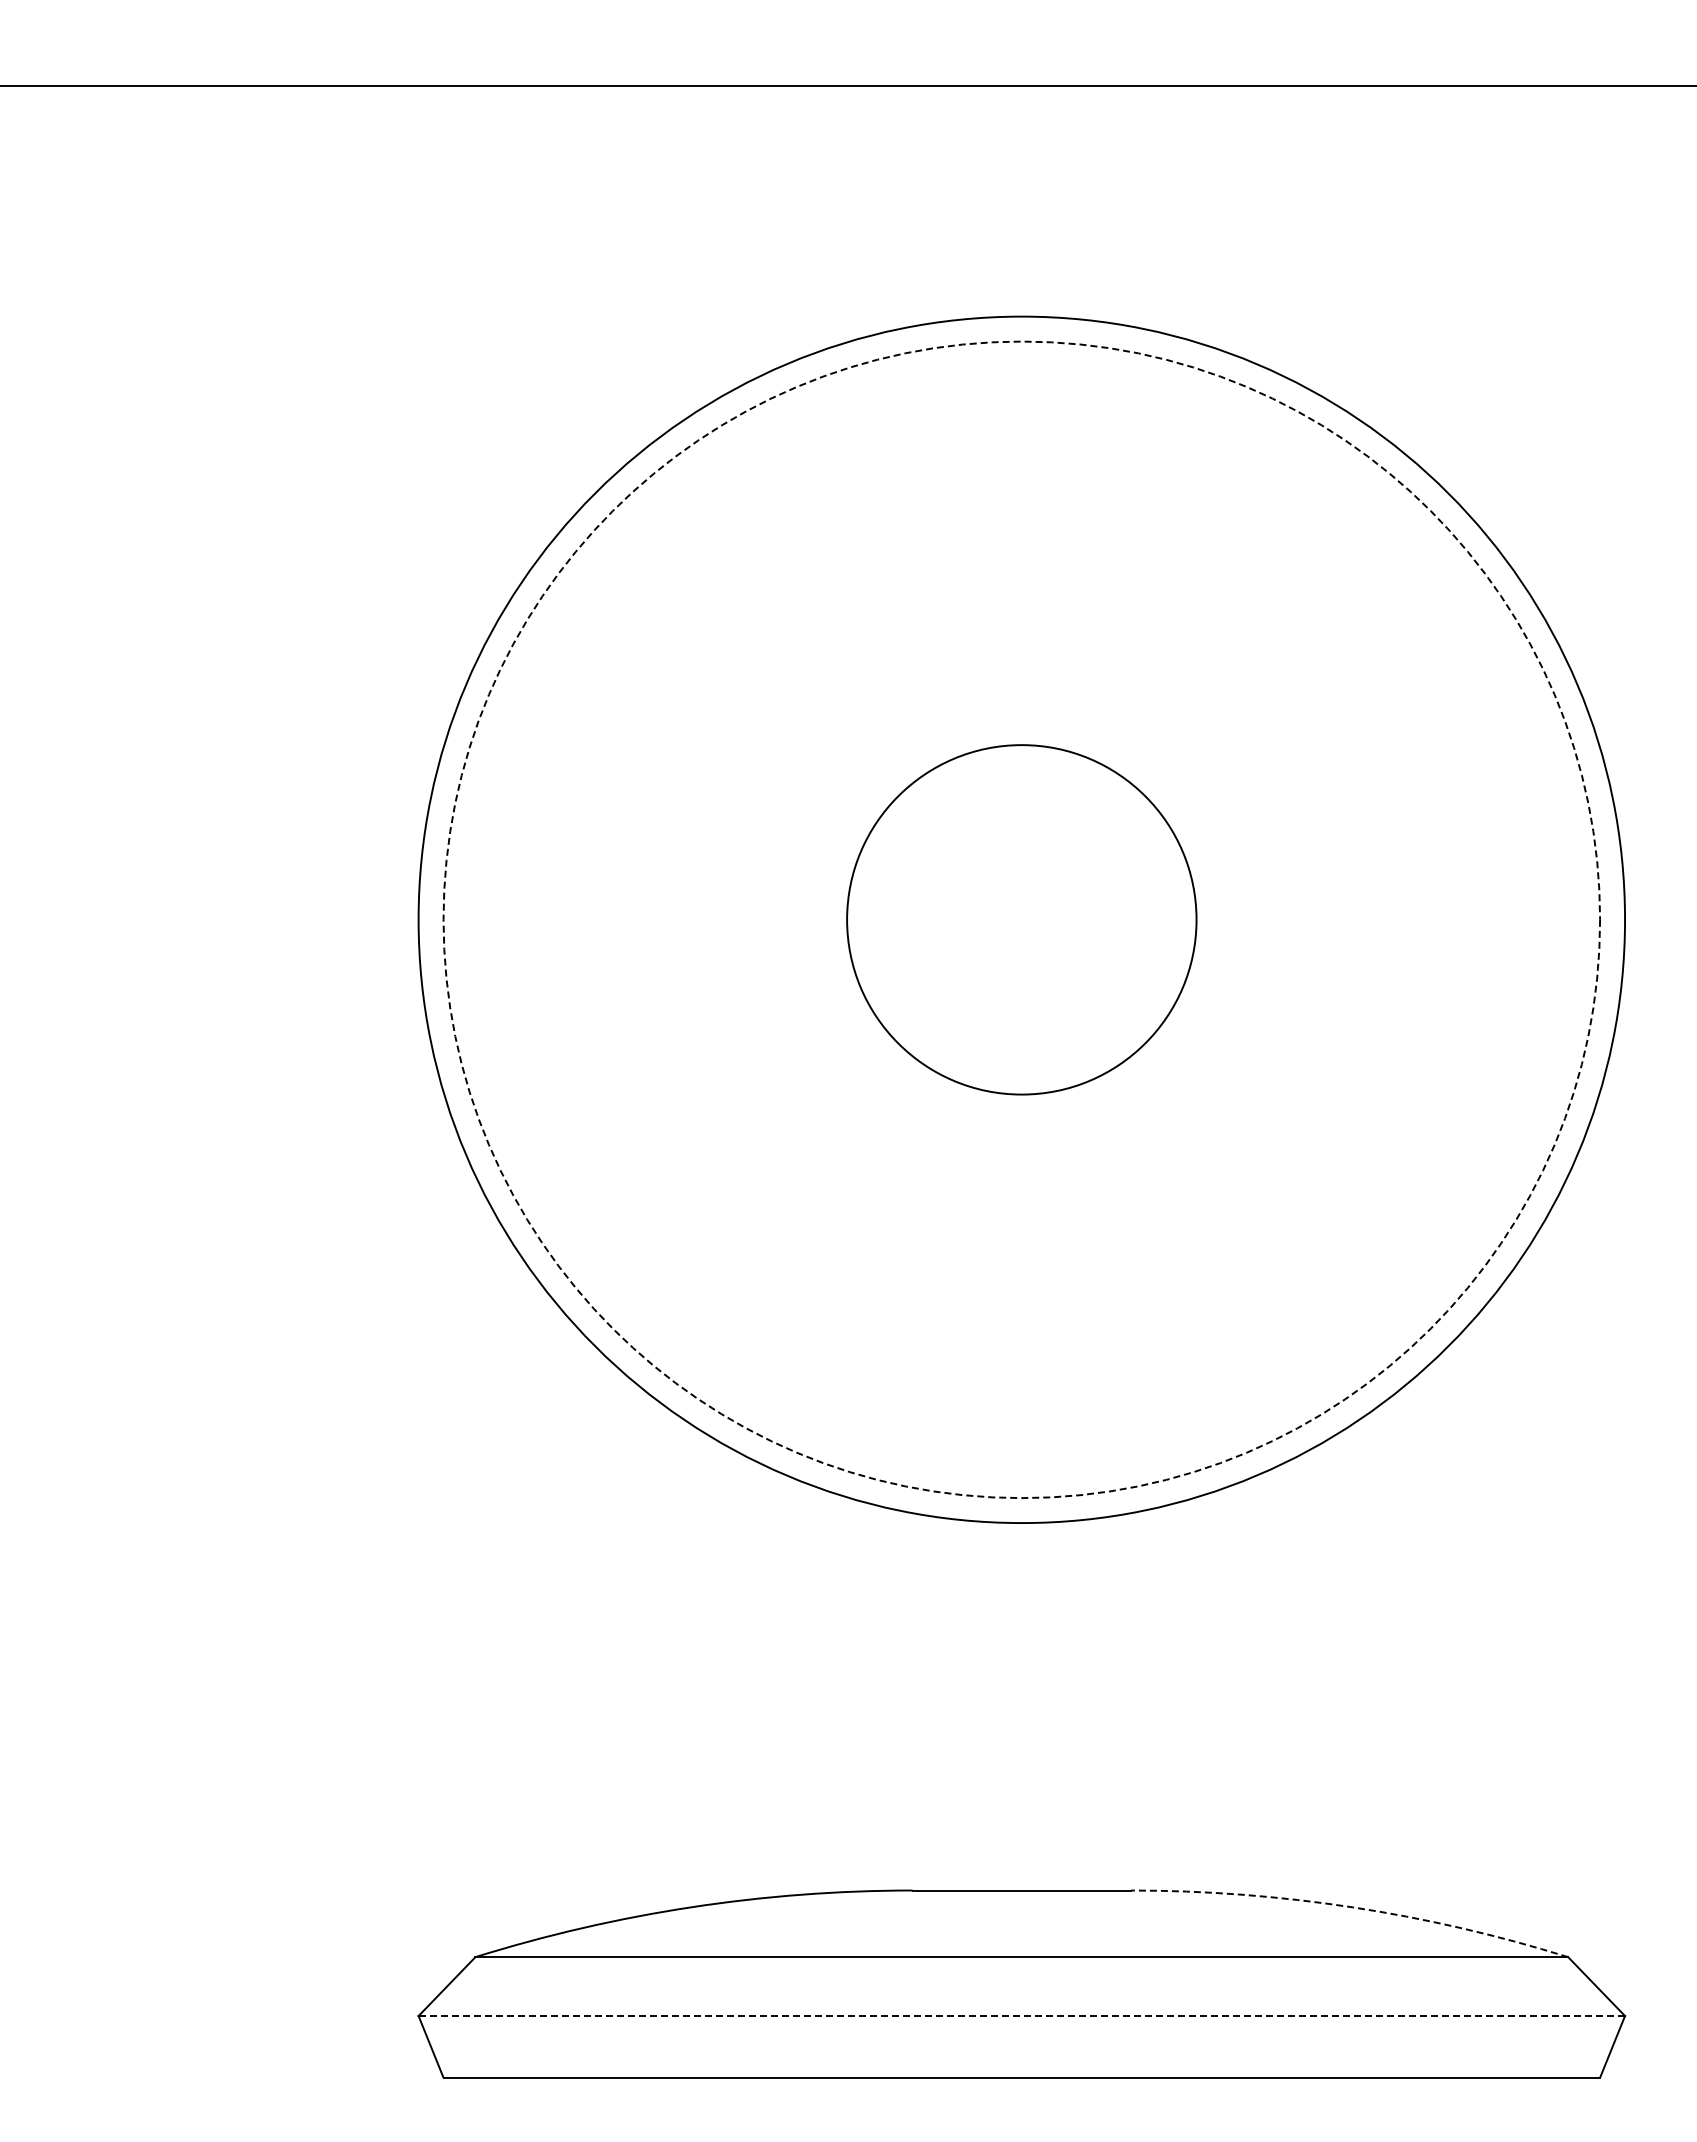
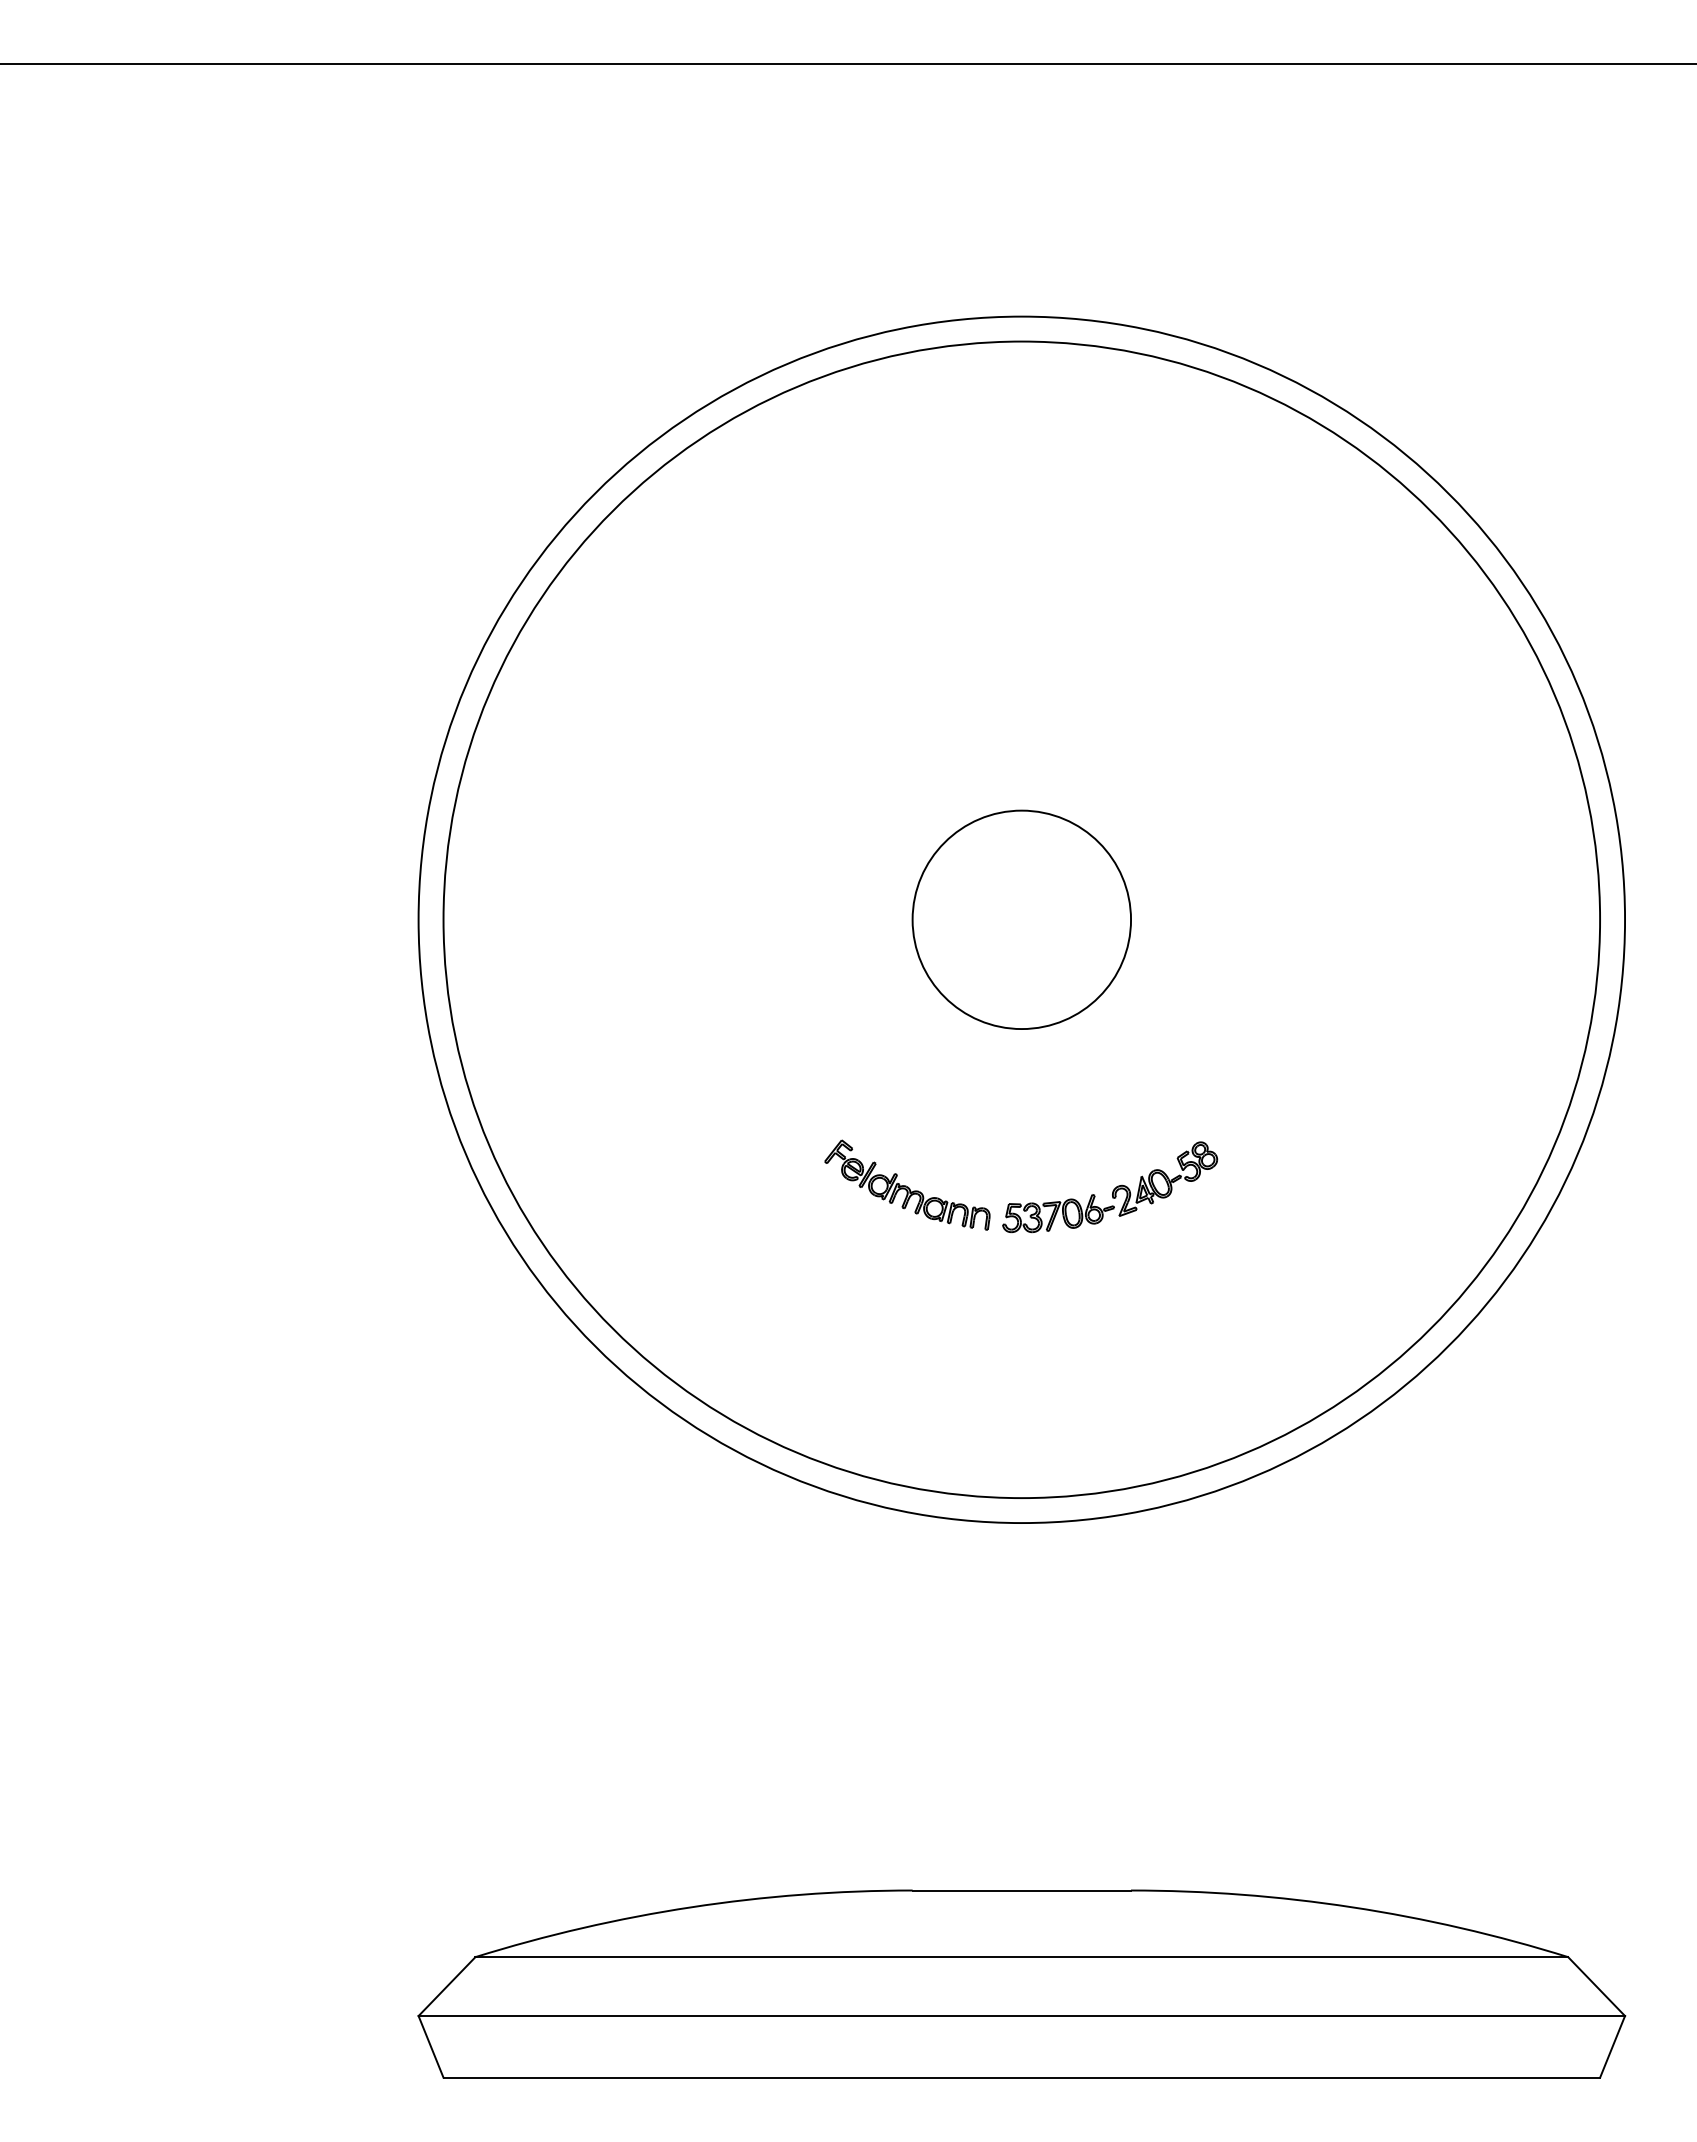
line at (847, 86) position: (847, 86) -> (847, 64)
circle at (1021, 919) diameter: 349 px -> 218 px
circle at (1021, 919): dashed -> solid
part at (907, 1184): none -> present
part at (1110, 1187): none -> present
arc at (1352, 1907): dashed -> solid
line at (1021, 2016): dashed -> solid
